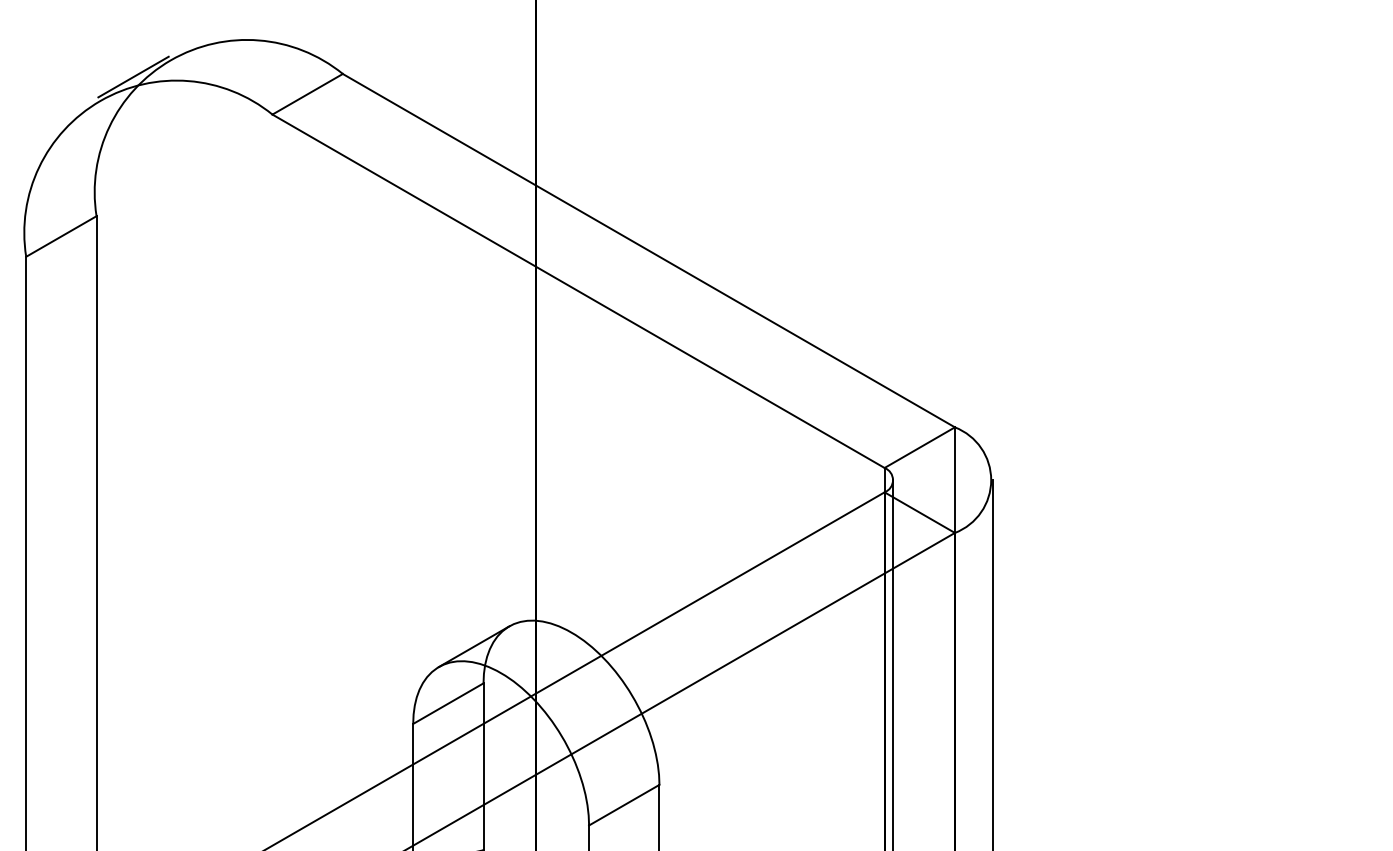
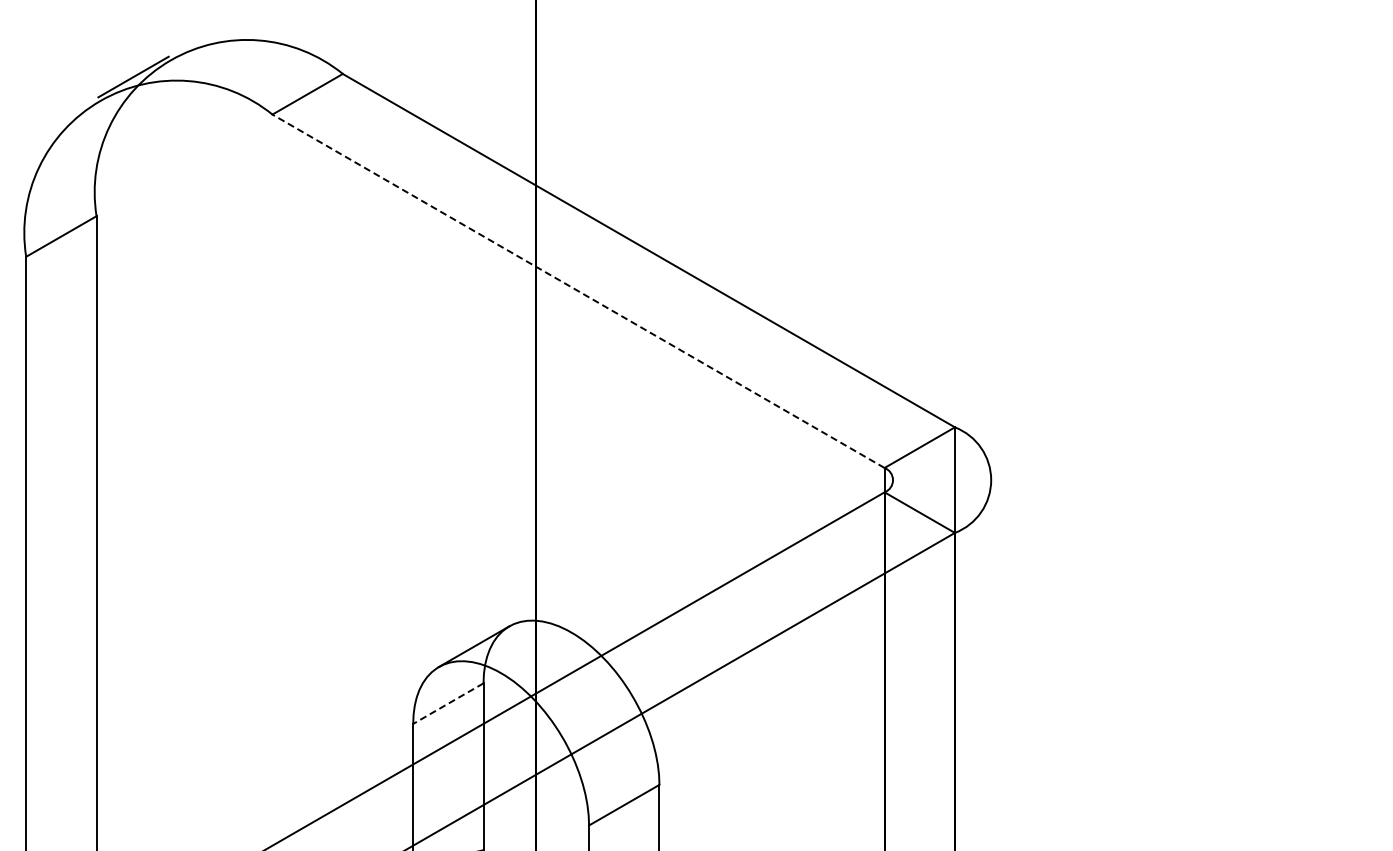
line at (578, 291): solid -> dashed
line at (893, 663): present -> none
line at (992, 663): present -> none
line at (448, 703): solid -> dashed
